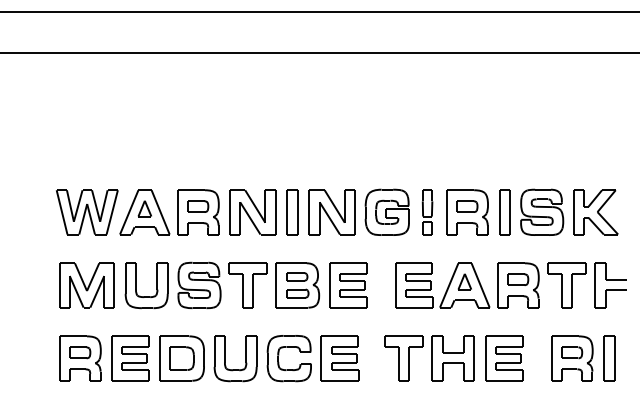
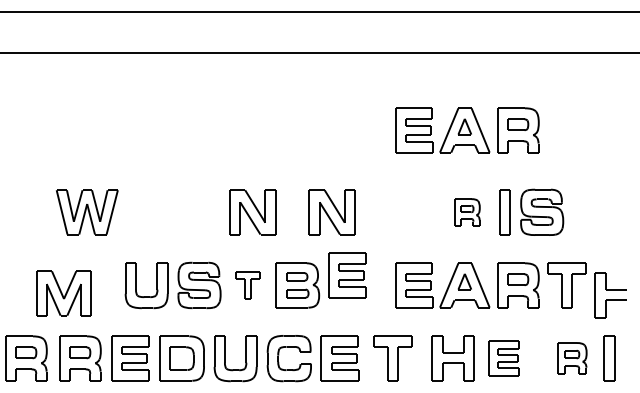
part at (467, 130): none -> present
part at (386, 211): present -> none
part at (292, 212): present -> none
part at (427, 212): present -> none
part at (467, 212) size: 43x47 px -> 27x29 px
part at (595, 212): present -> none
part at (162, 213): present -> none
part at (86, 285) position: (86, 285) -> (63, 293)
part at (247, 285) size: 40x47 px -> 26x29 px
part at (348, 285) position: (348, 285) -> (347, 275)
part at (610, 285) position: (610, 285) -> (610, 295)
part at (26, 358): none -> present
part at (403, 358) position: (403, 358) -> (392, 358)
part at (504, 358) size: 39x47 px -> 32x37 px
part at (572, 358) size: 43x47 px -> 31x33 px
